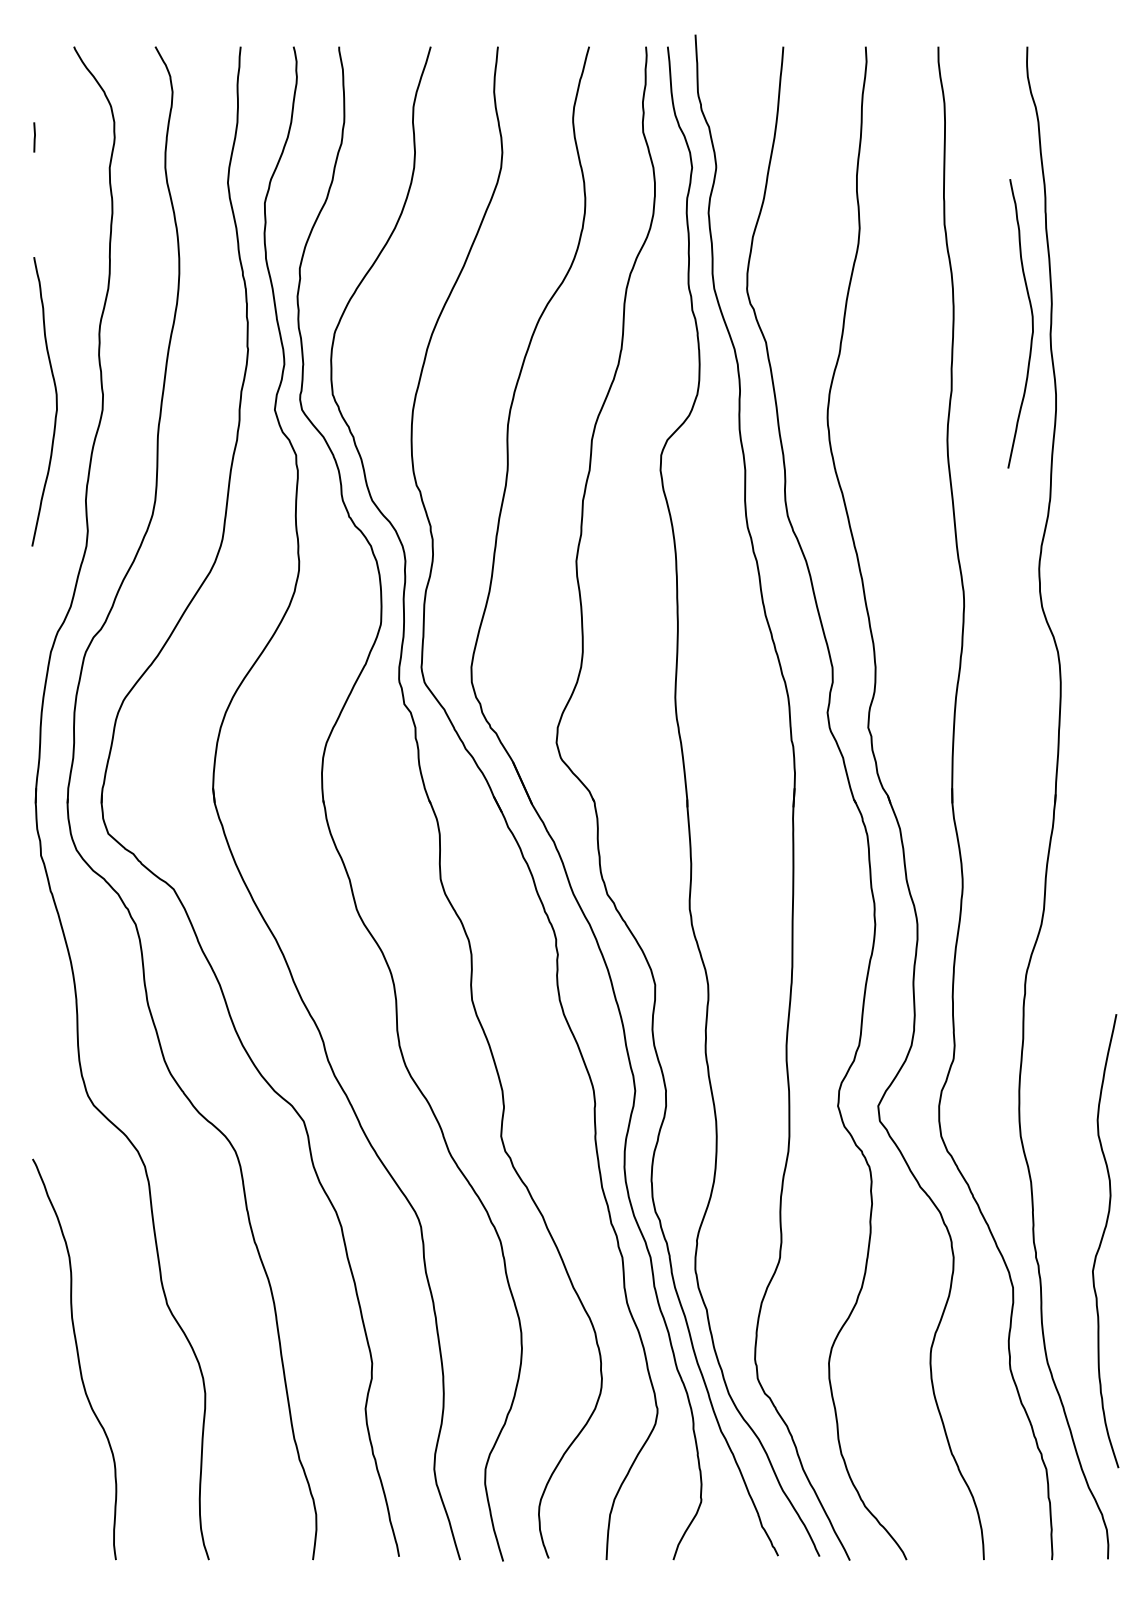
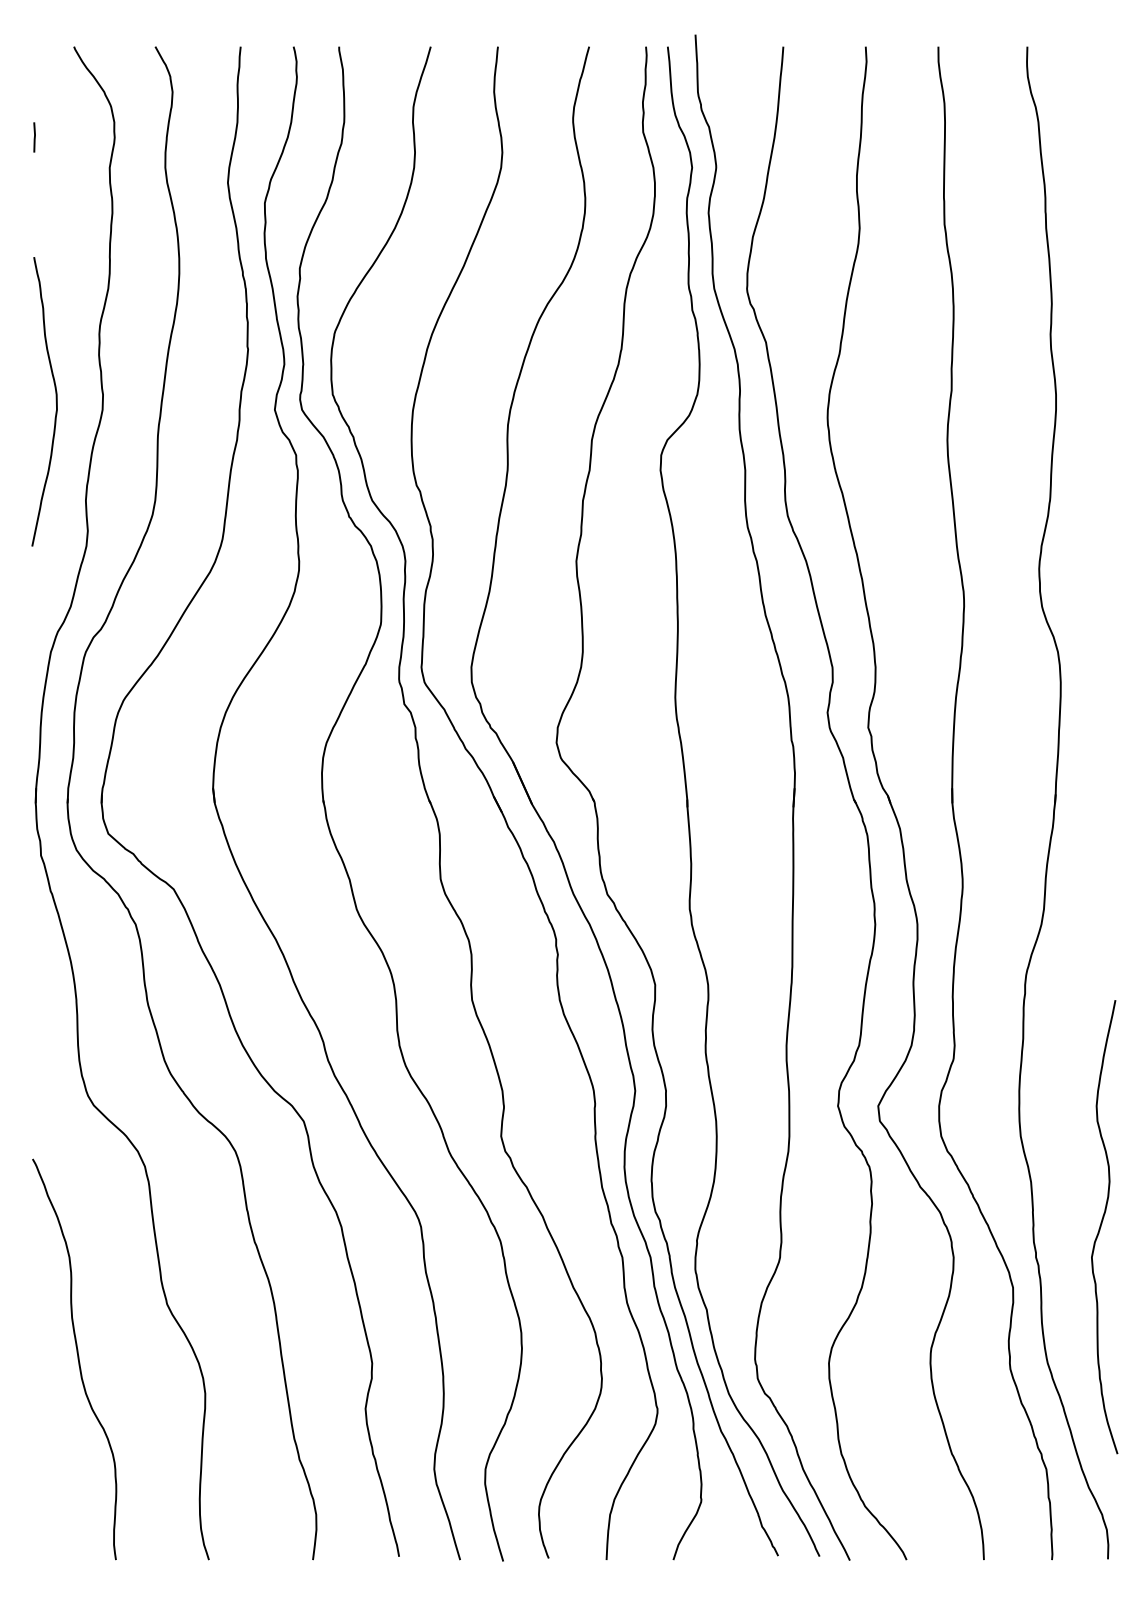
curve at (1031, 323): present -> none
curve at (1102, 1241) position: (1102, 1241) -> (1101, 1227)
